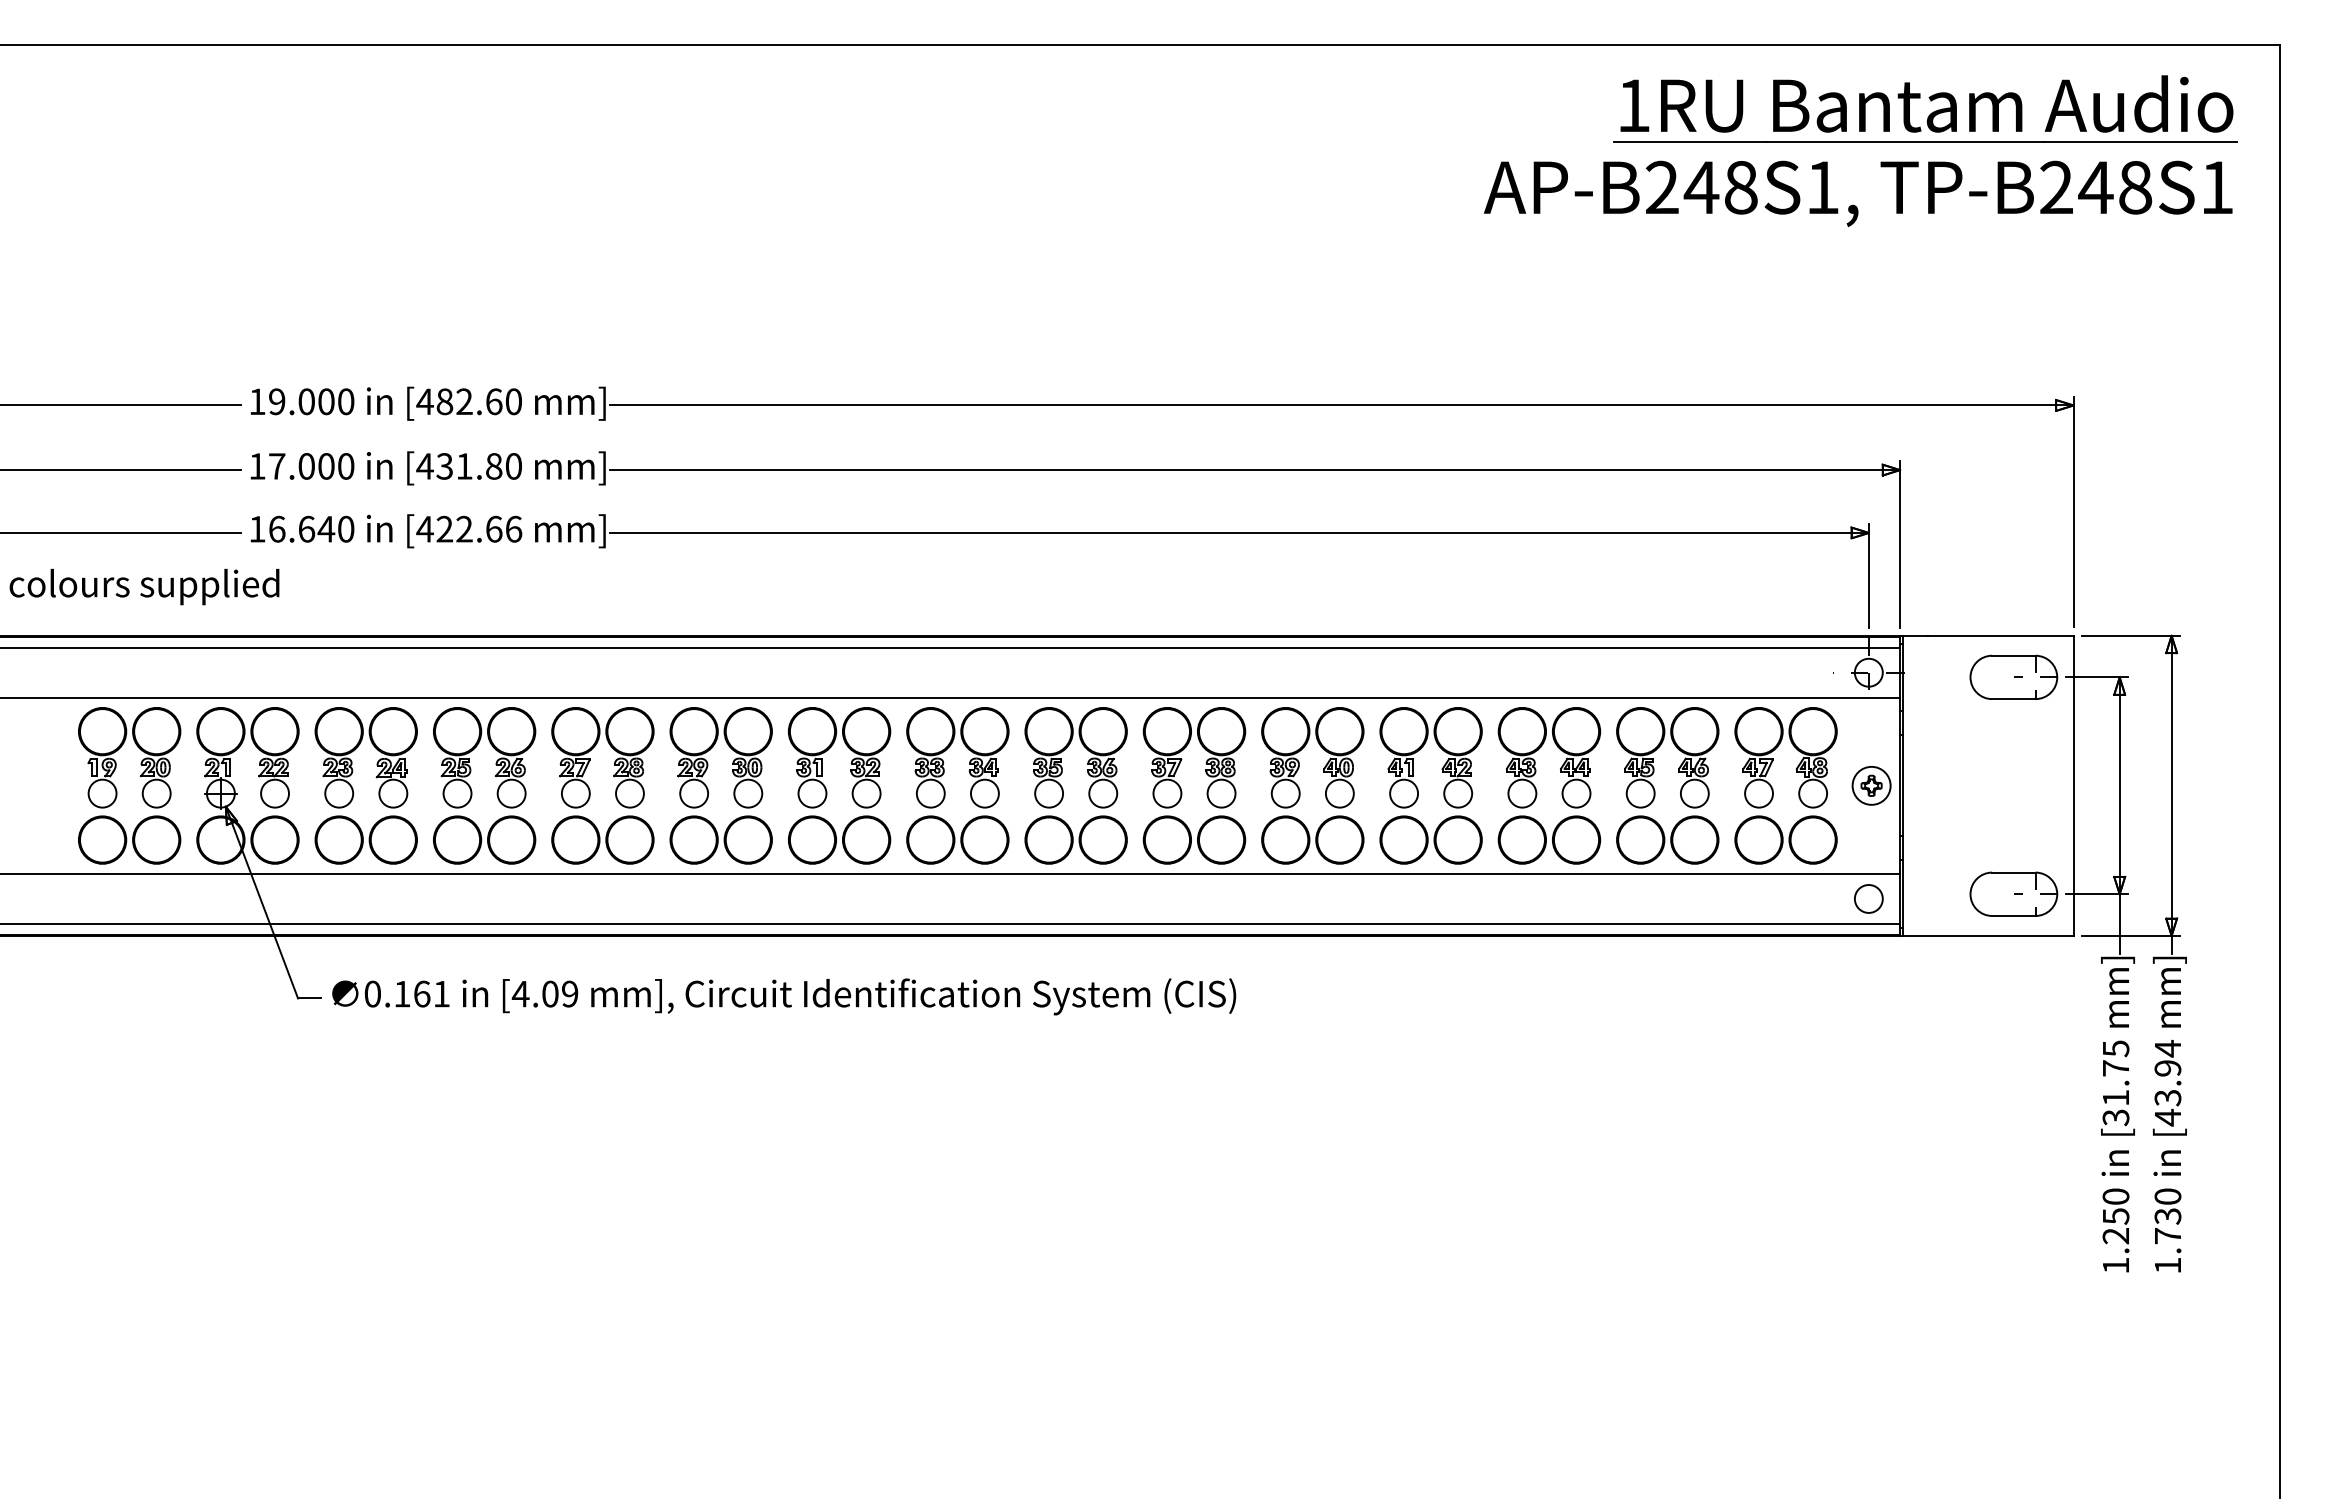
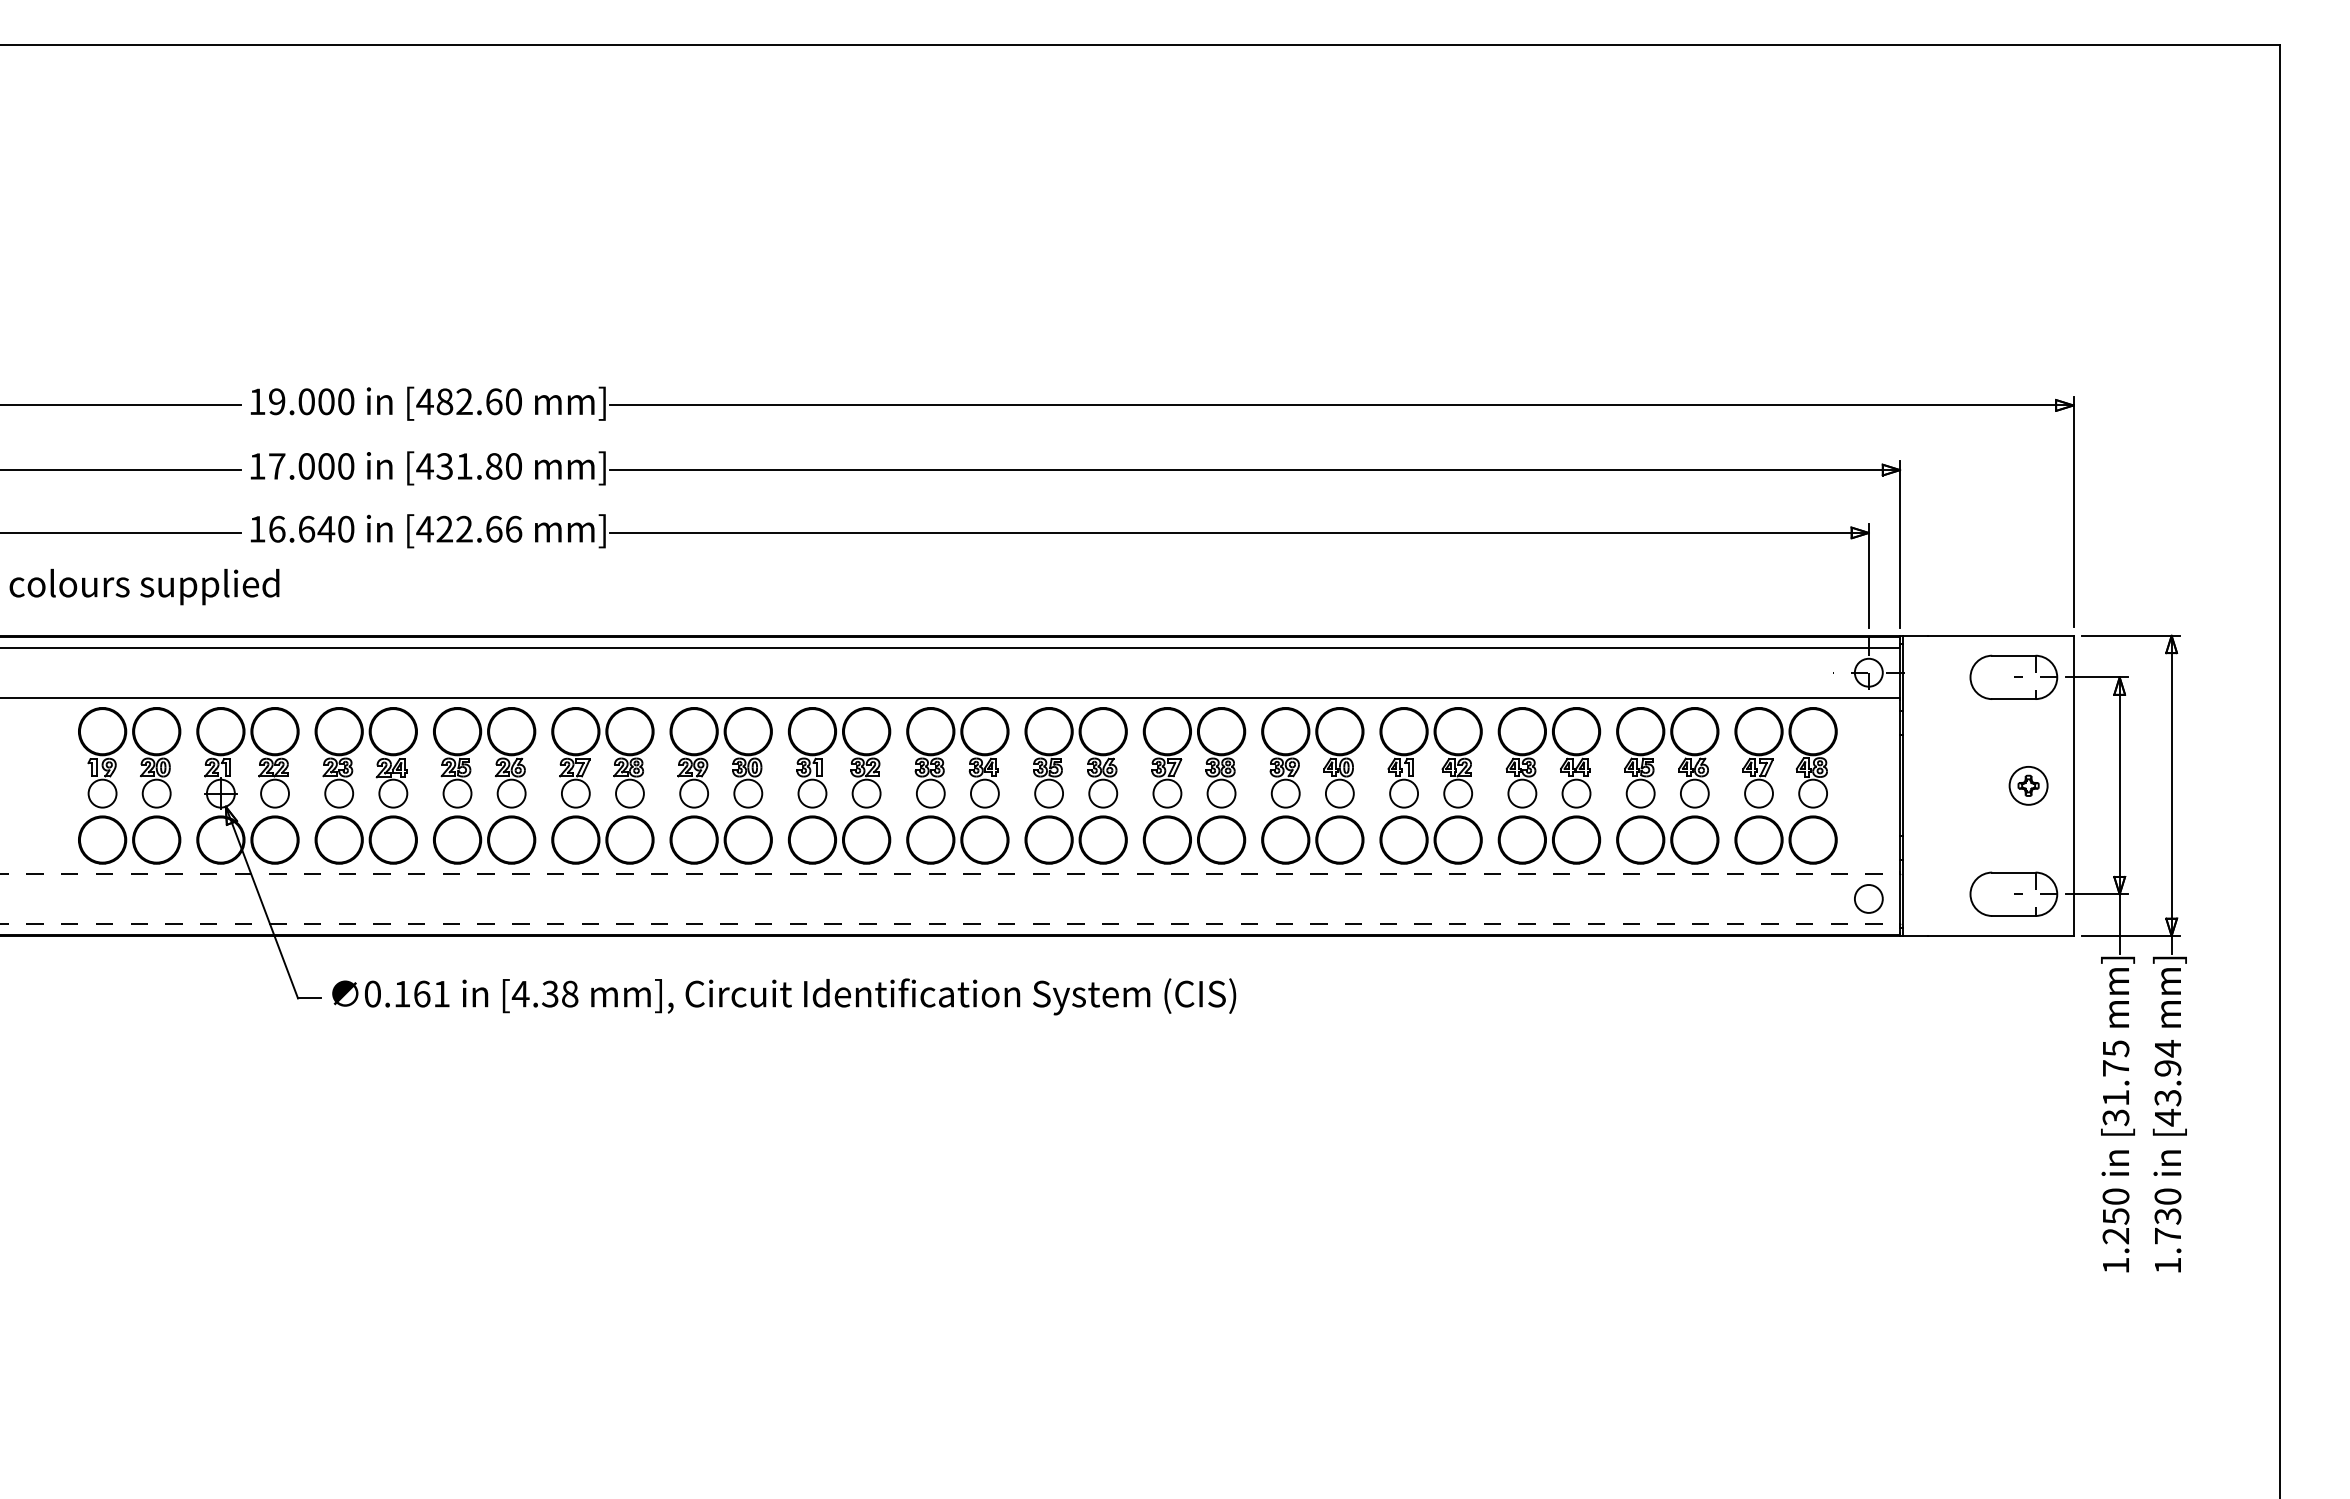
part at (1860, 142): present -> none
part at (1871, 785) position: (1871, 785) -> (2028, 785)
line at (950, 873): solid -> dashed
line at (950, 924): solid -> dashed
text at (560, 993): [4.09 -> [4.38
